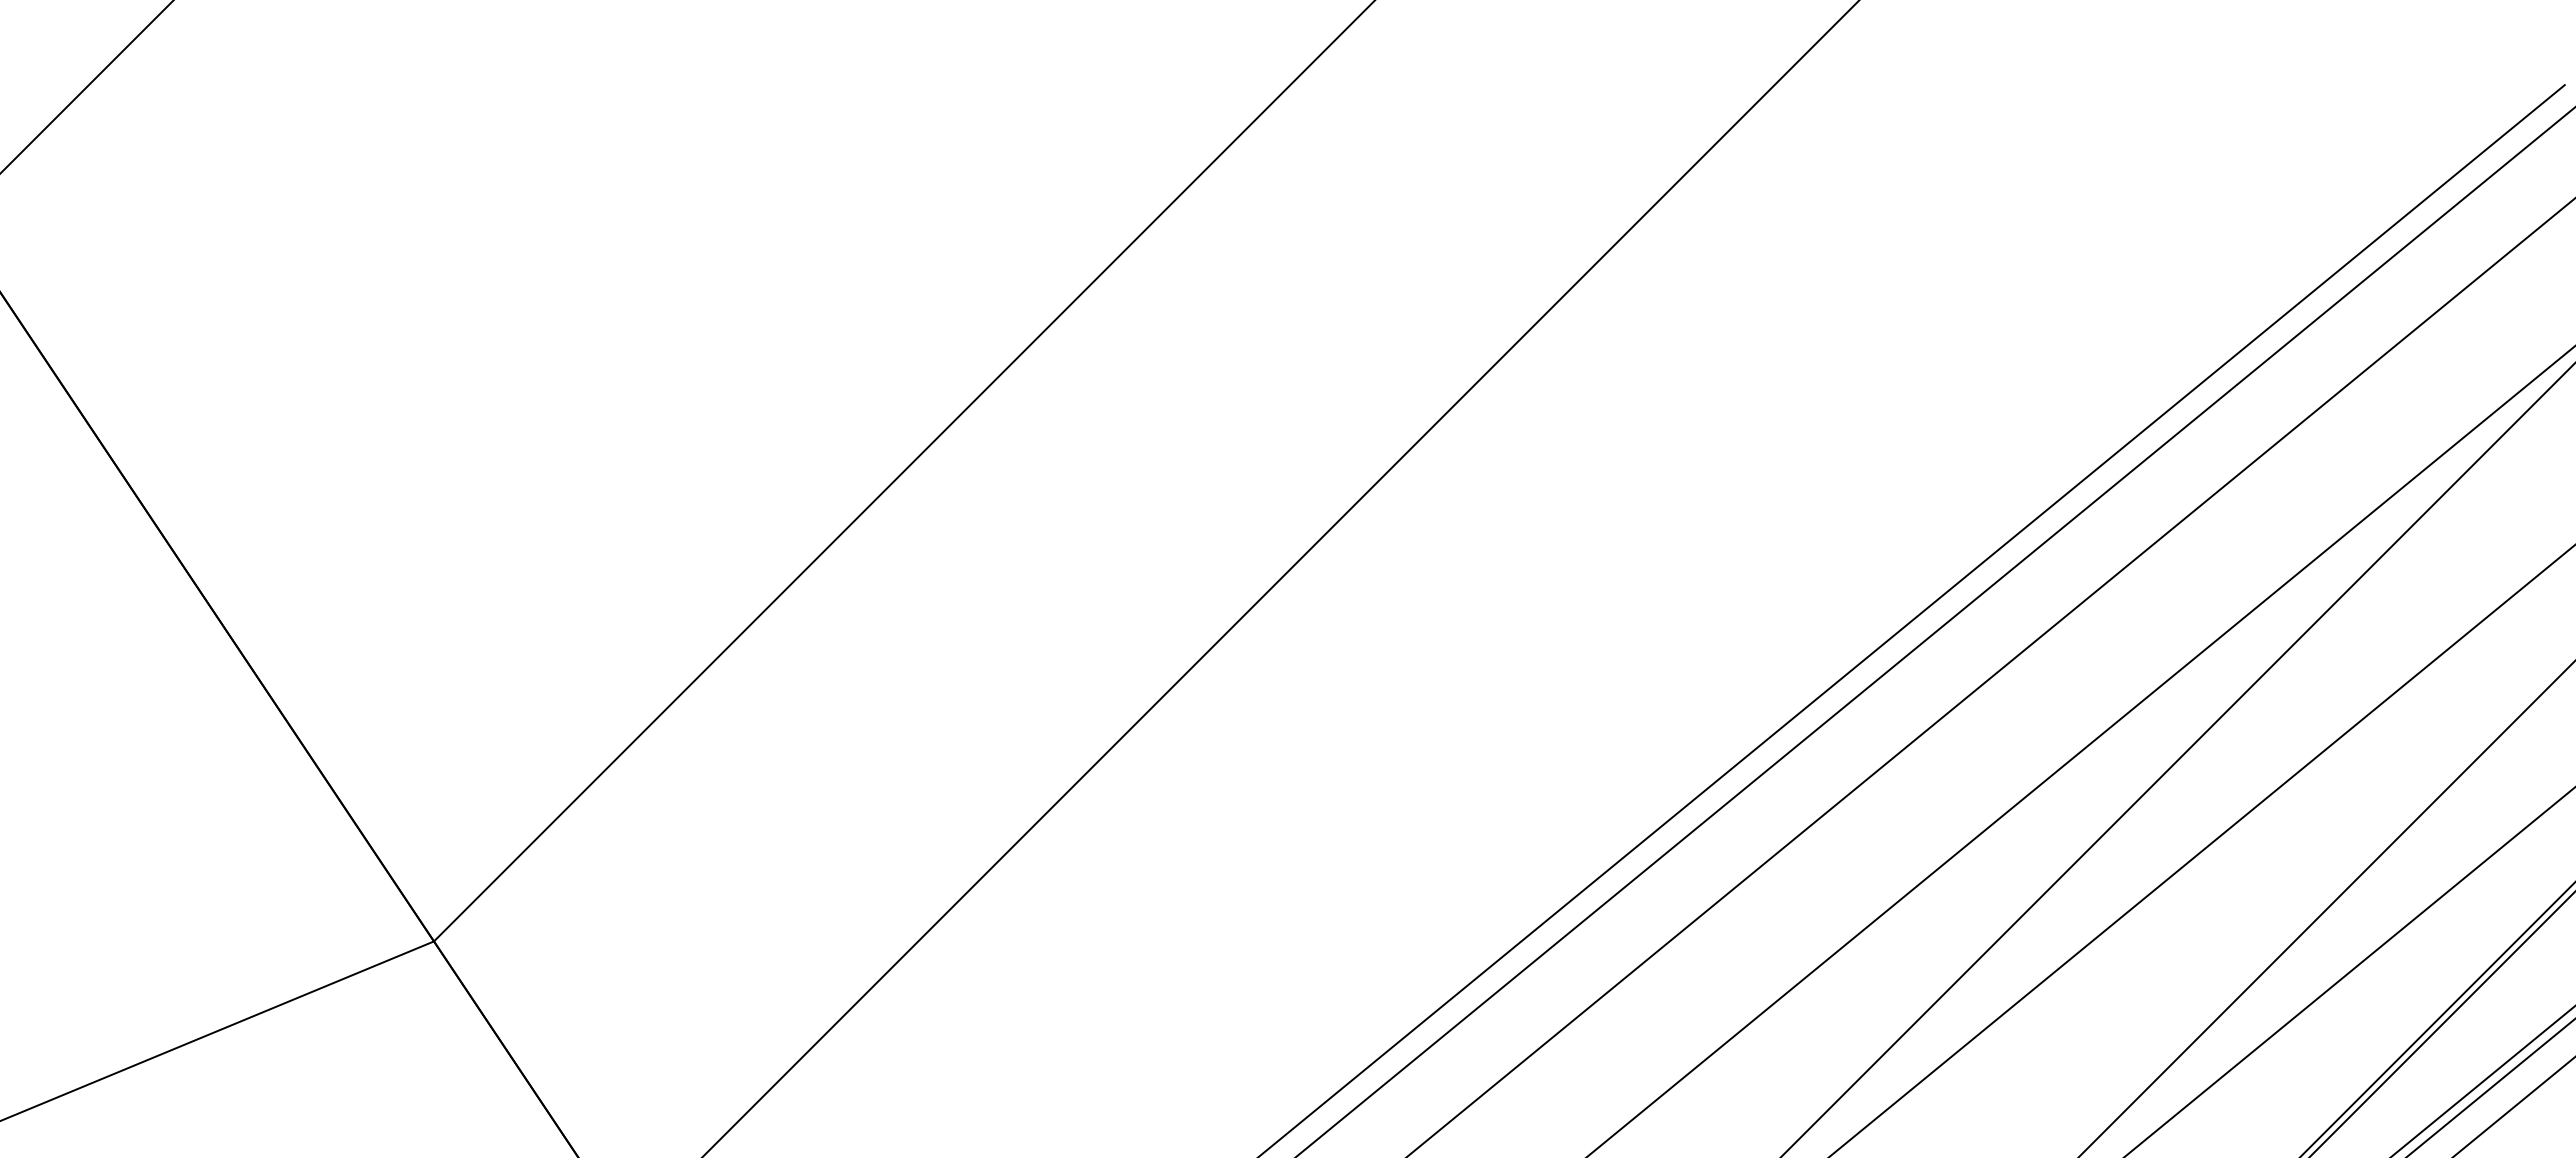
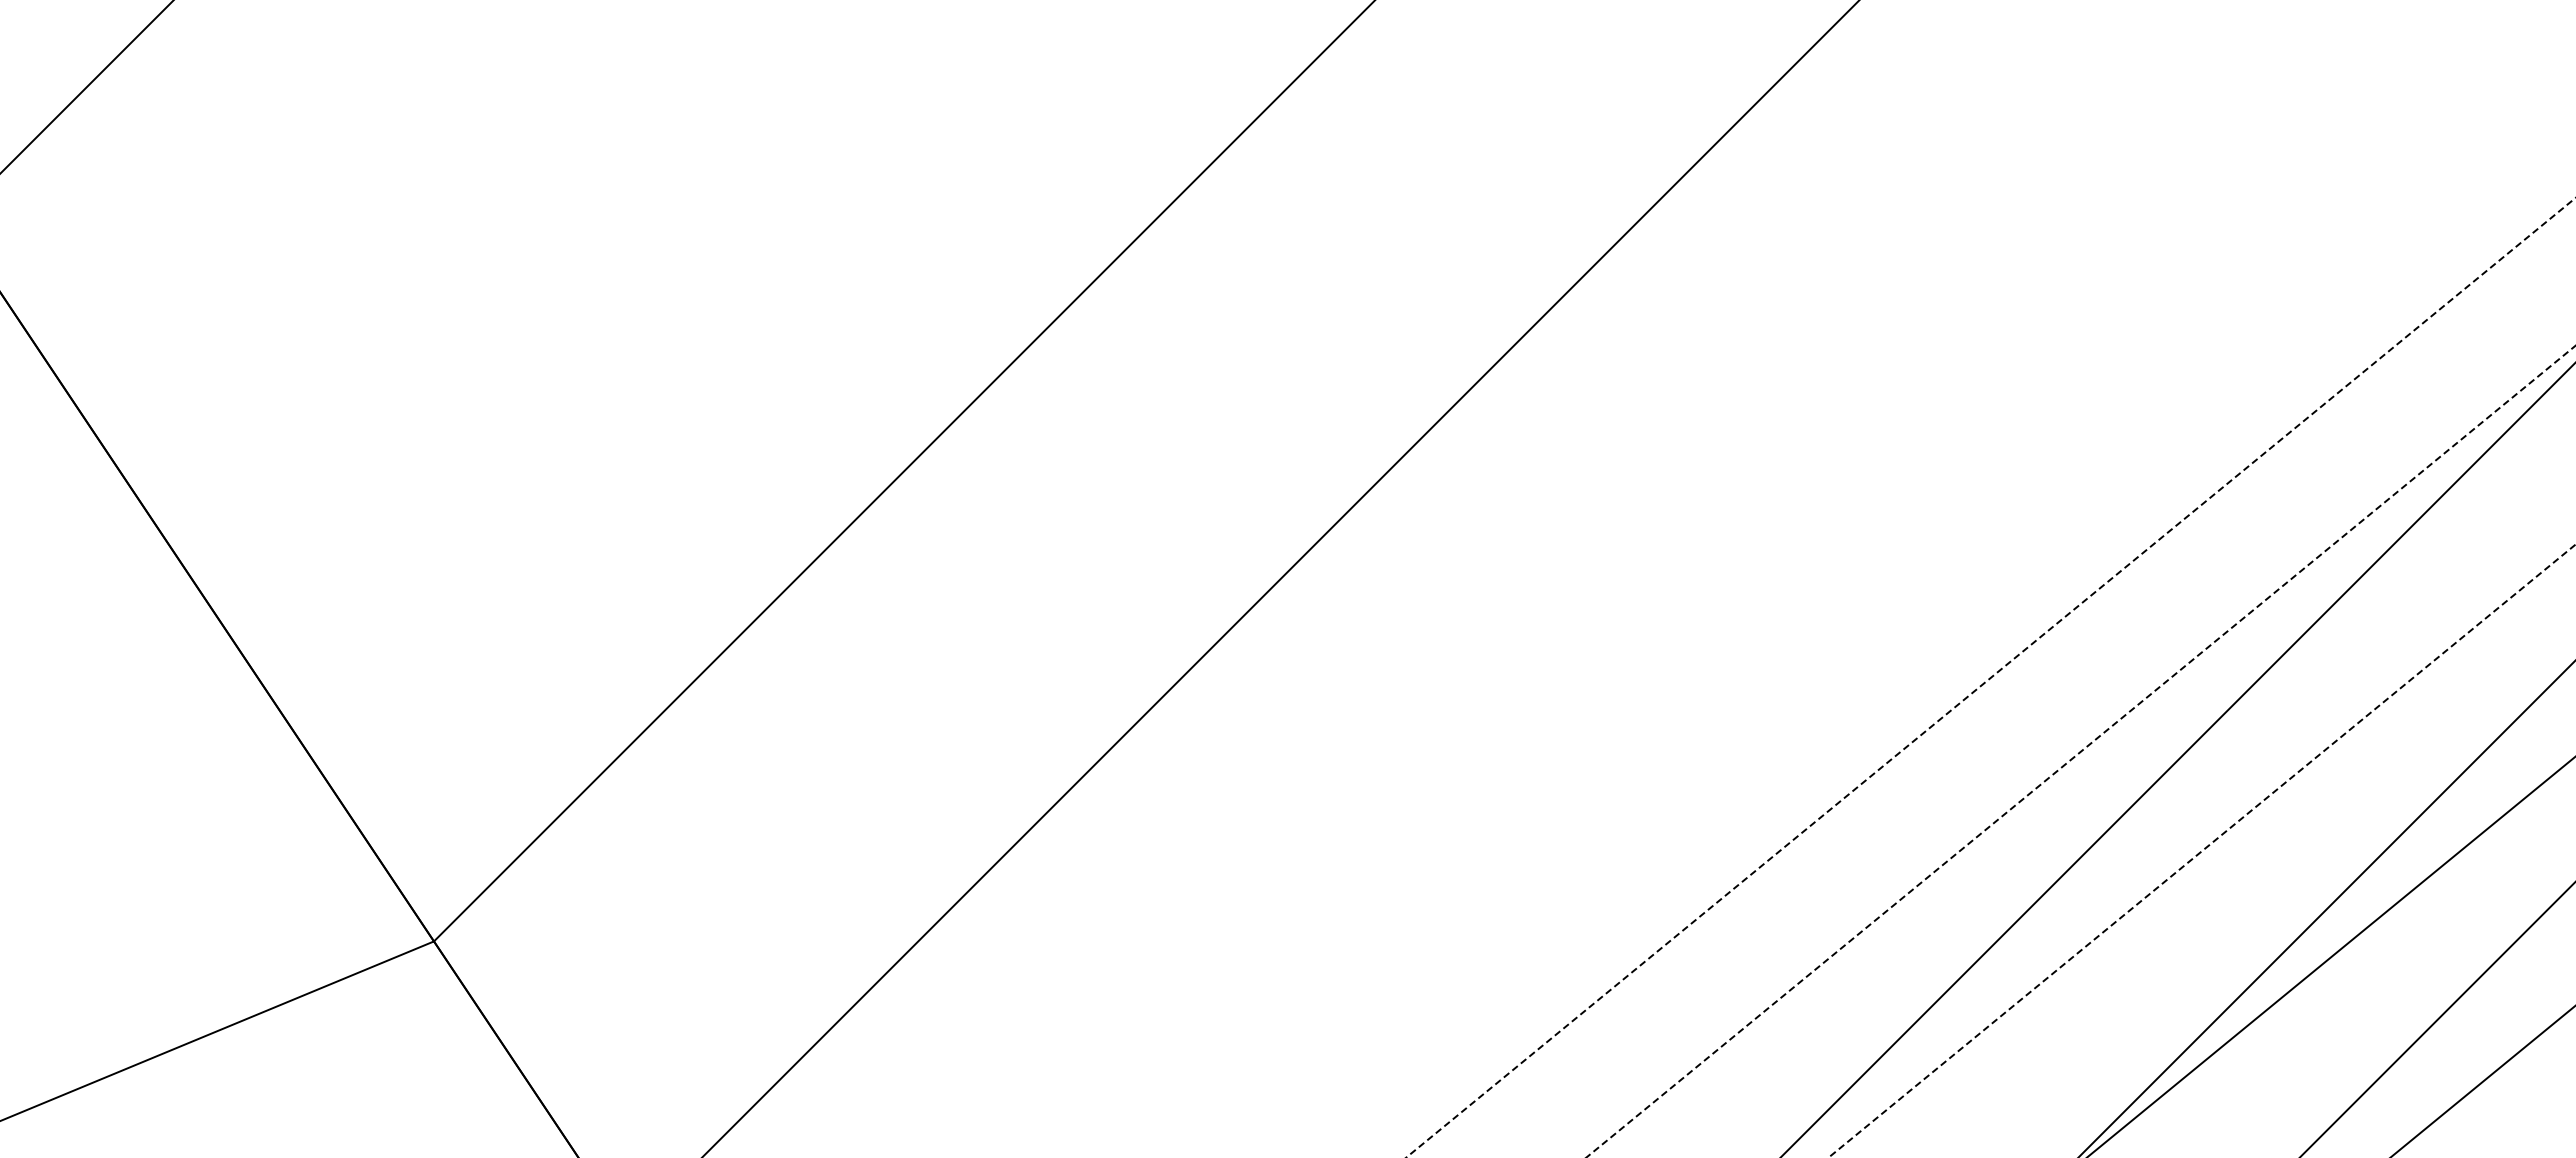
line at (1912, 619): present -> none
line at (1935, 631): present -> none
line at (1990, 677): solid -> dashed
line at (2080, 751): solid -> dashed
line at (2202, 851): solid -> dashed
line at (2349, 971) position: (2349, 971) -> (2331, 956)
line at (2442, 1024): present -> none
line at (2490, 1087): present -> none
line at (2514, 1106): present -> none
